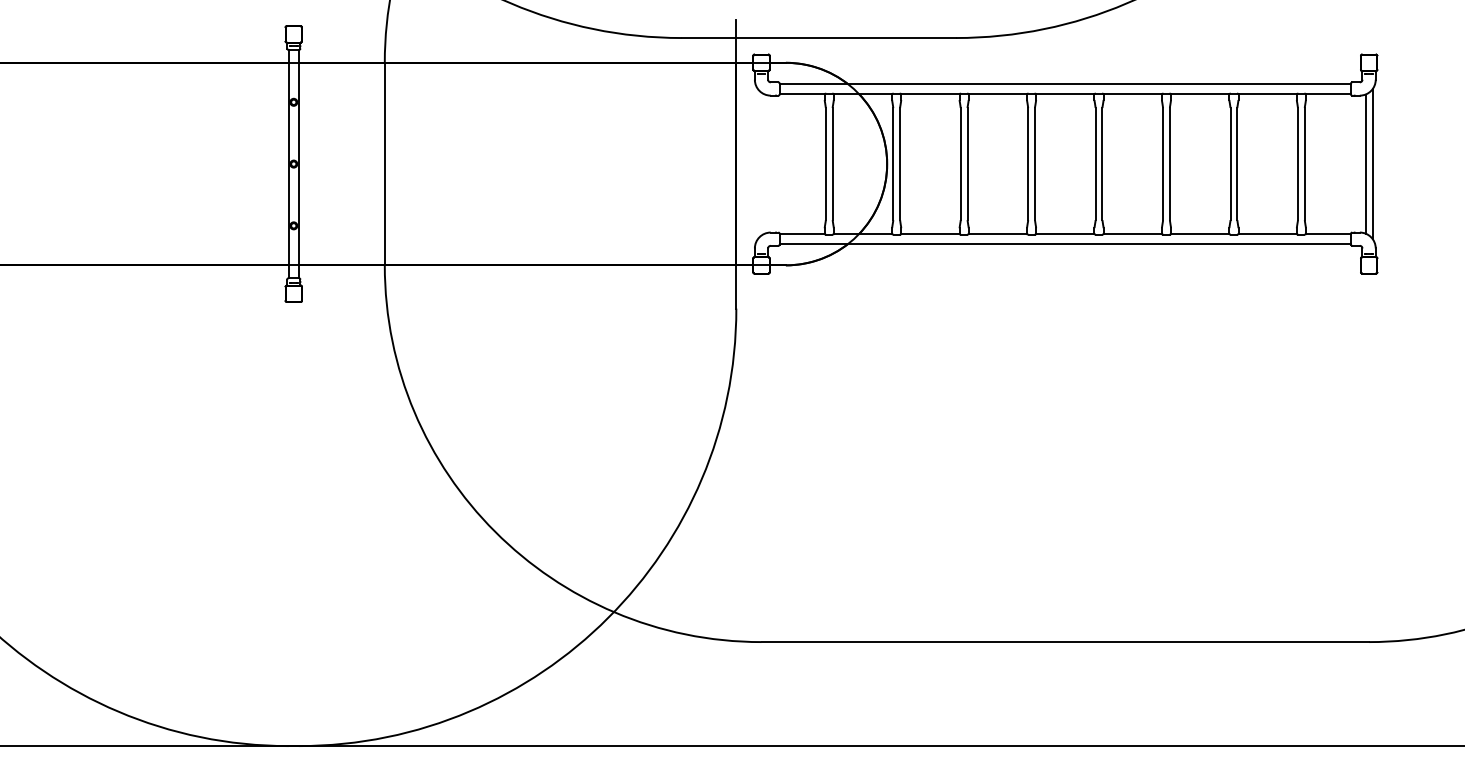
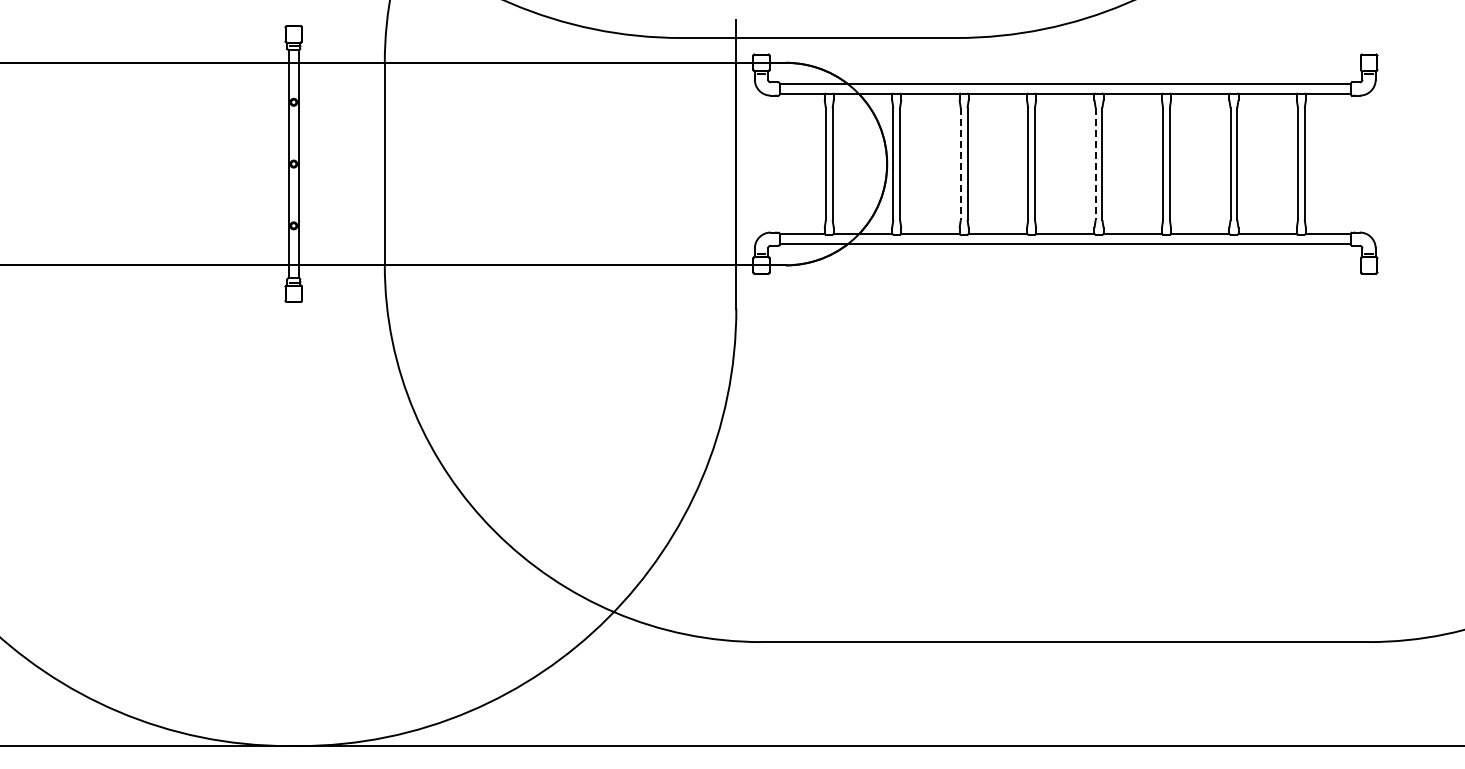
line at (1365, 163): present -> none
line at (1372, 163): present -> none
line at (960, 164): solid -> dashed
line at (1095, 164): solid -> dashed
